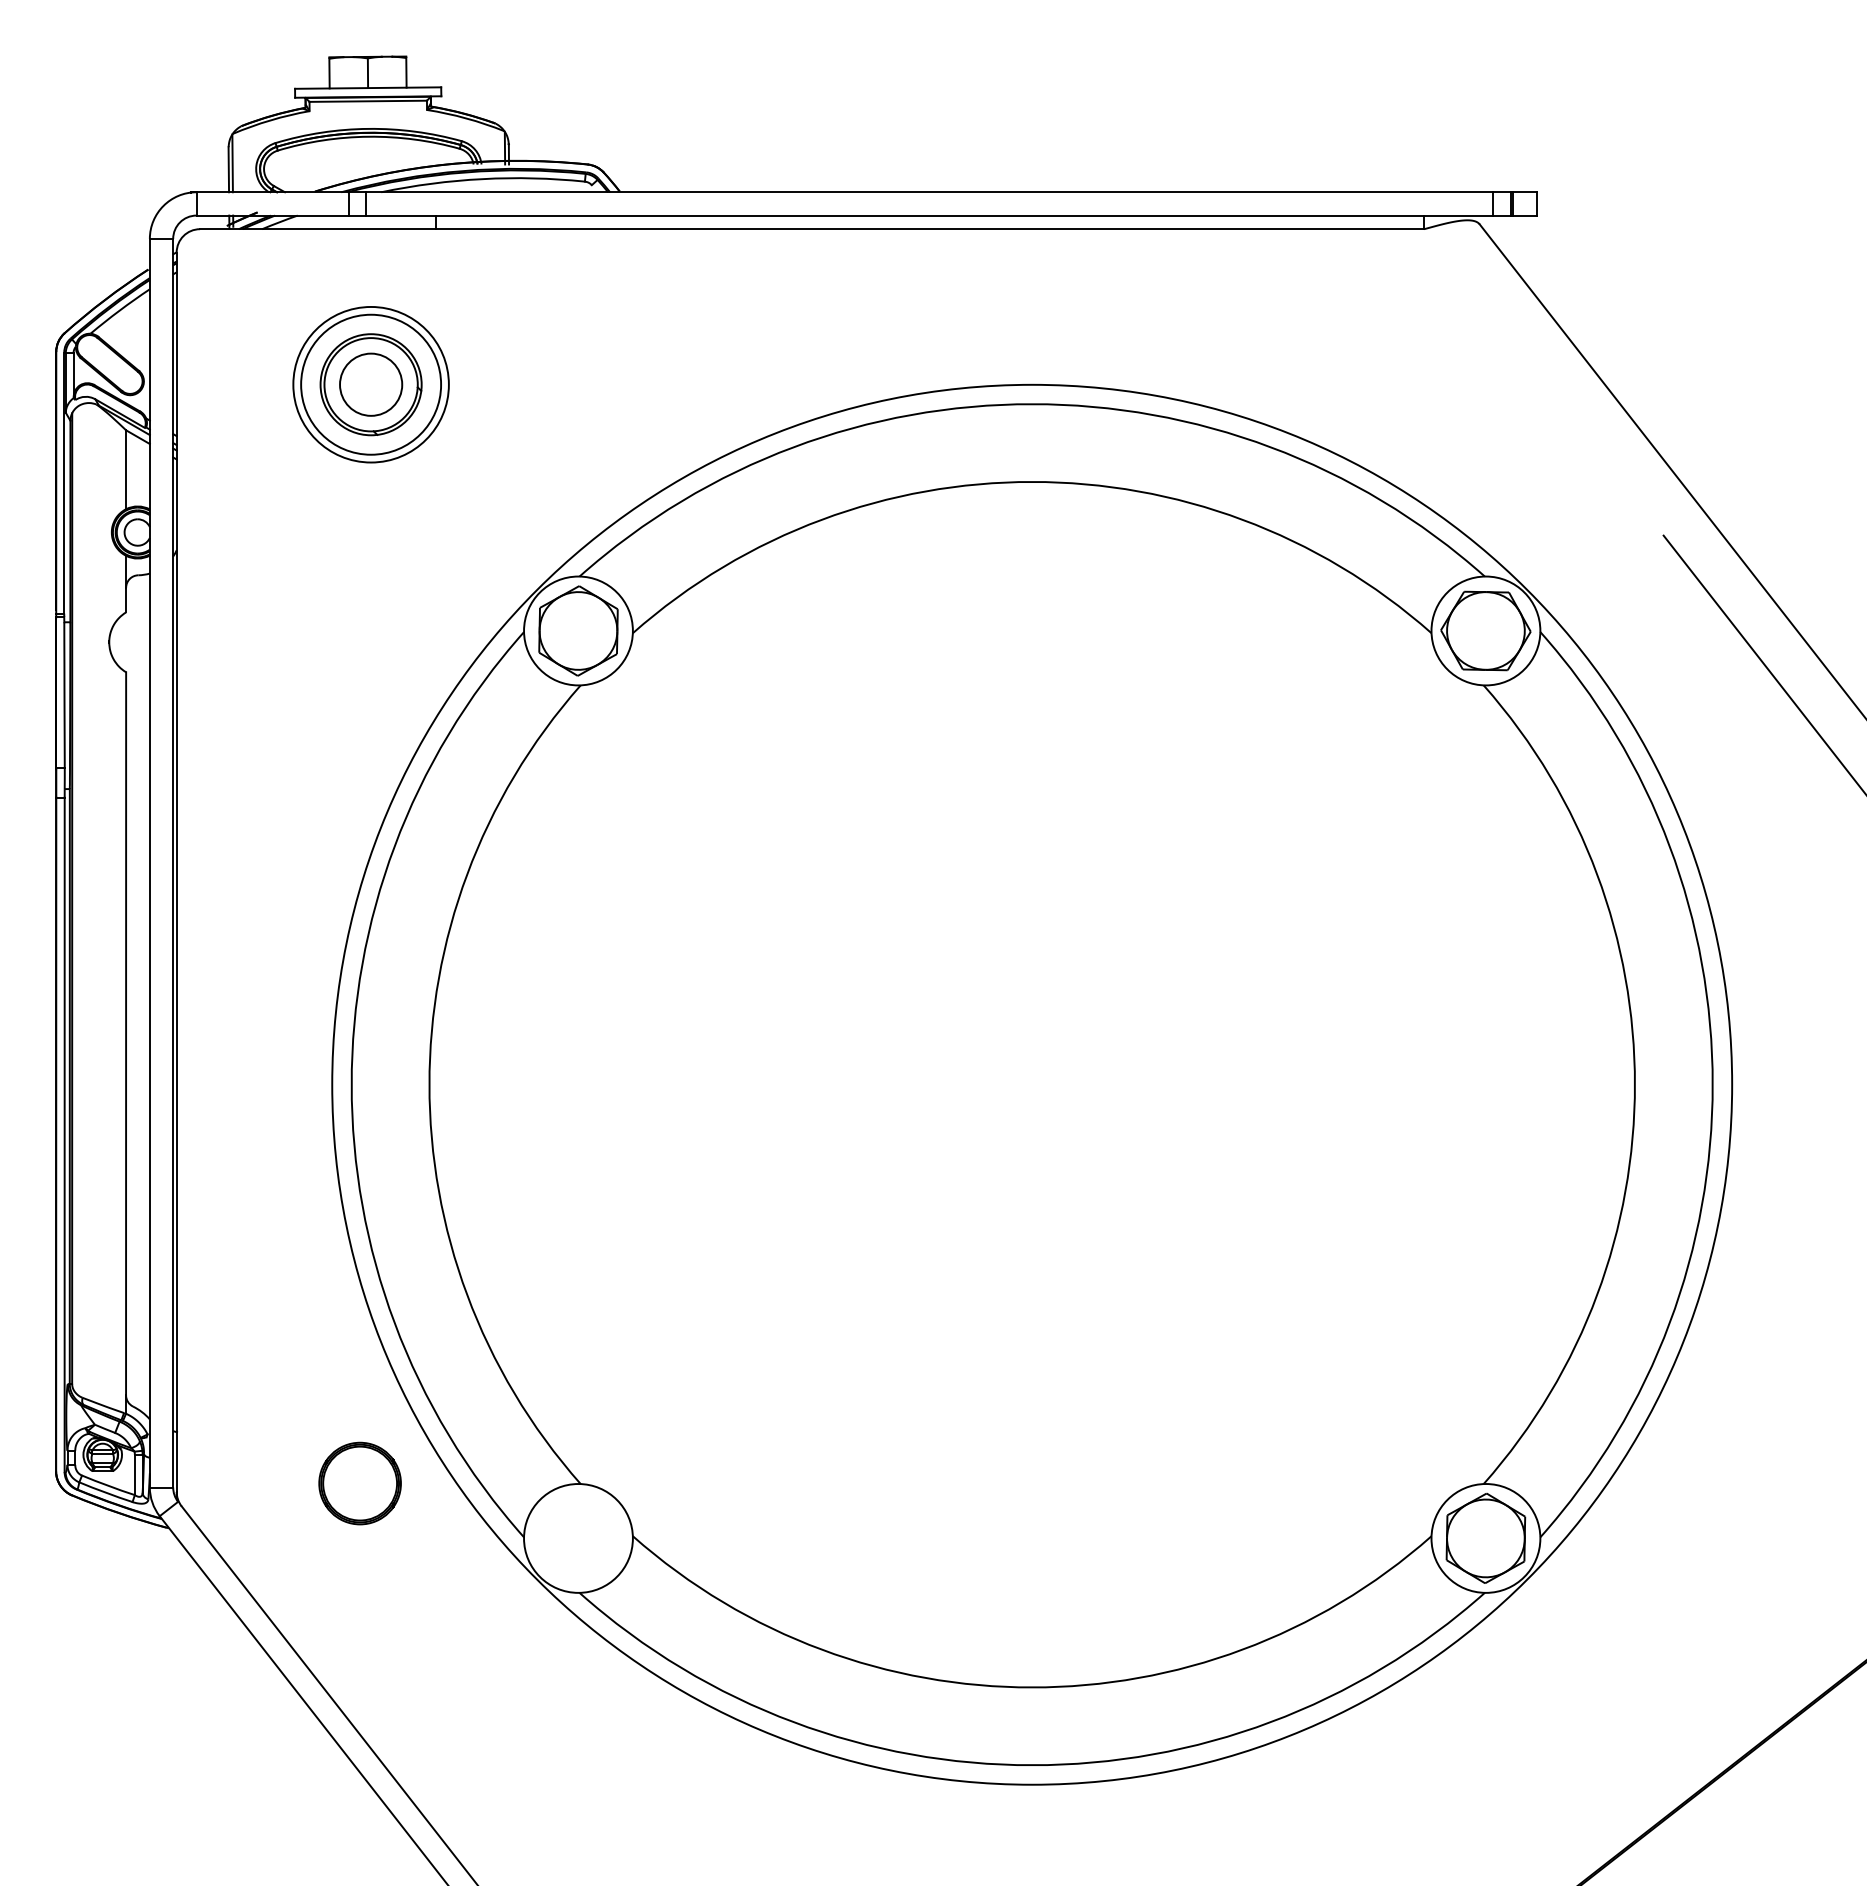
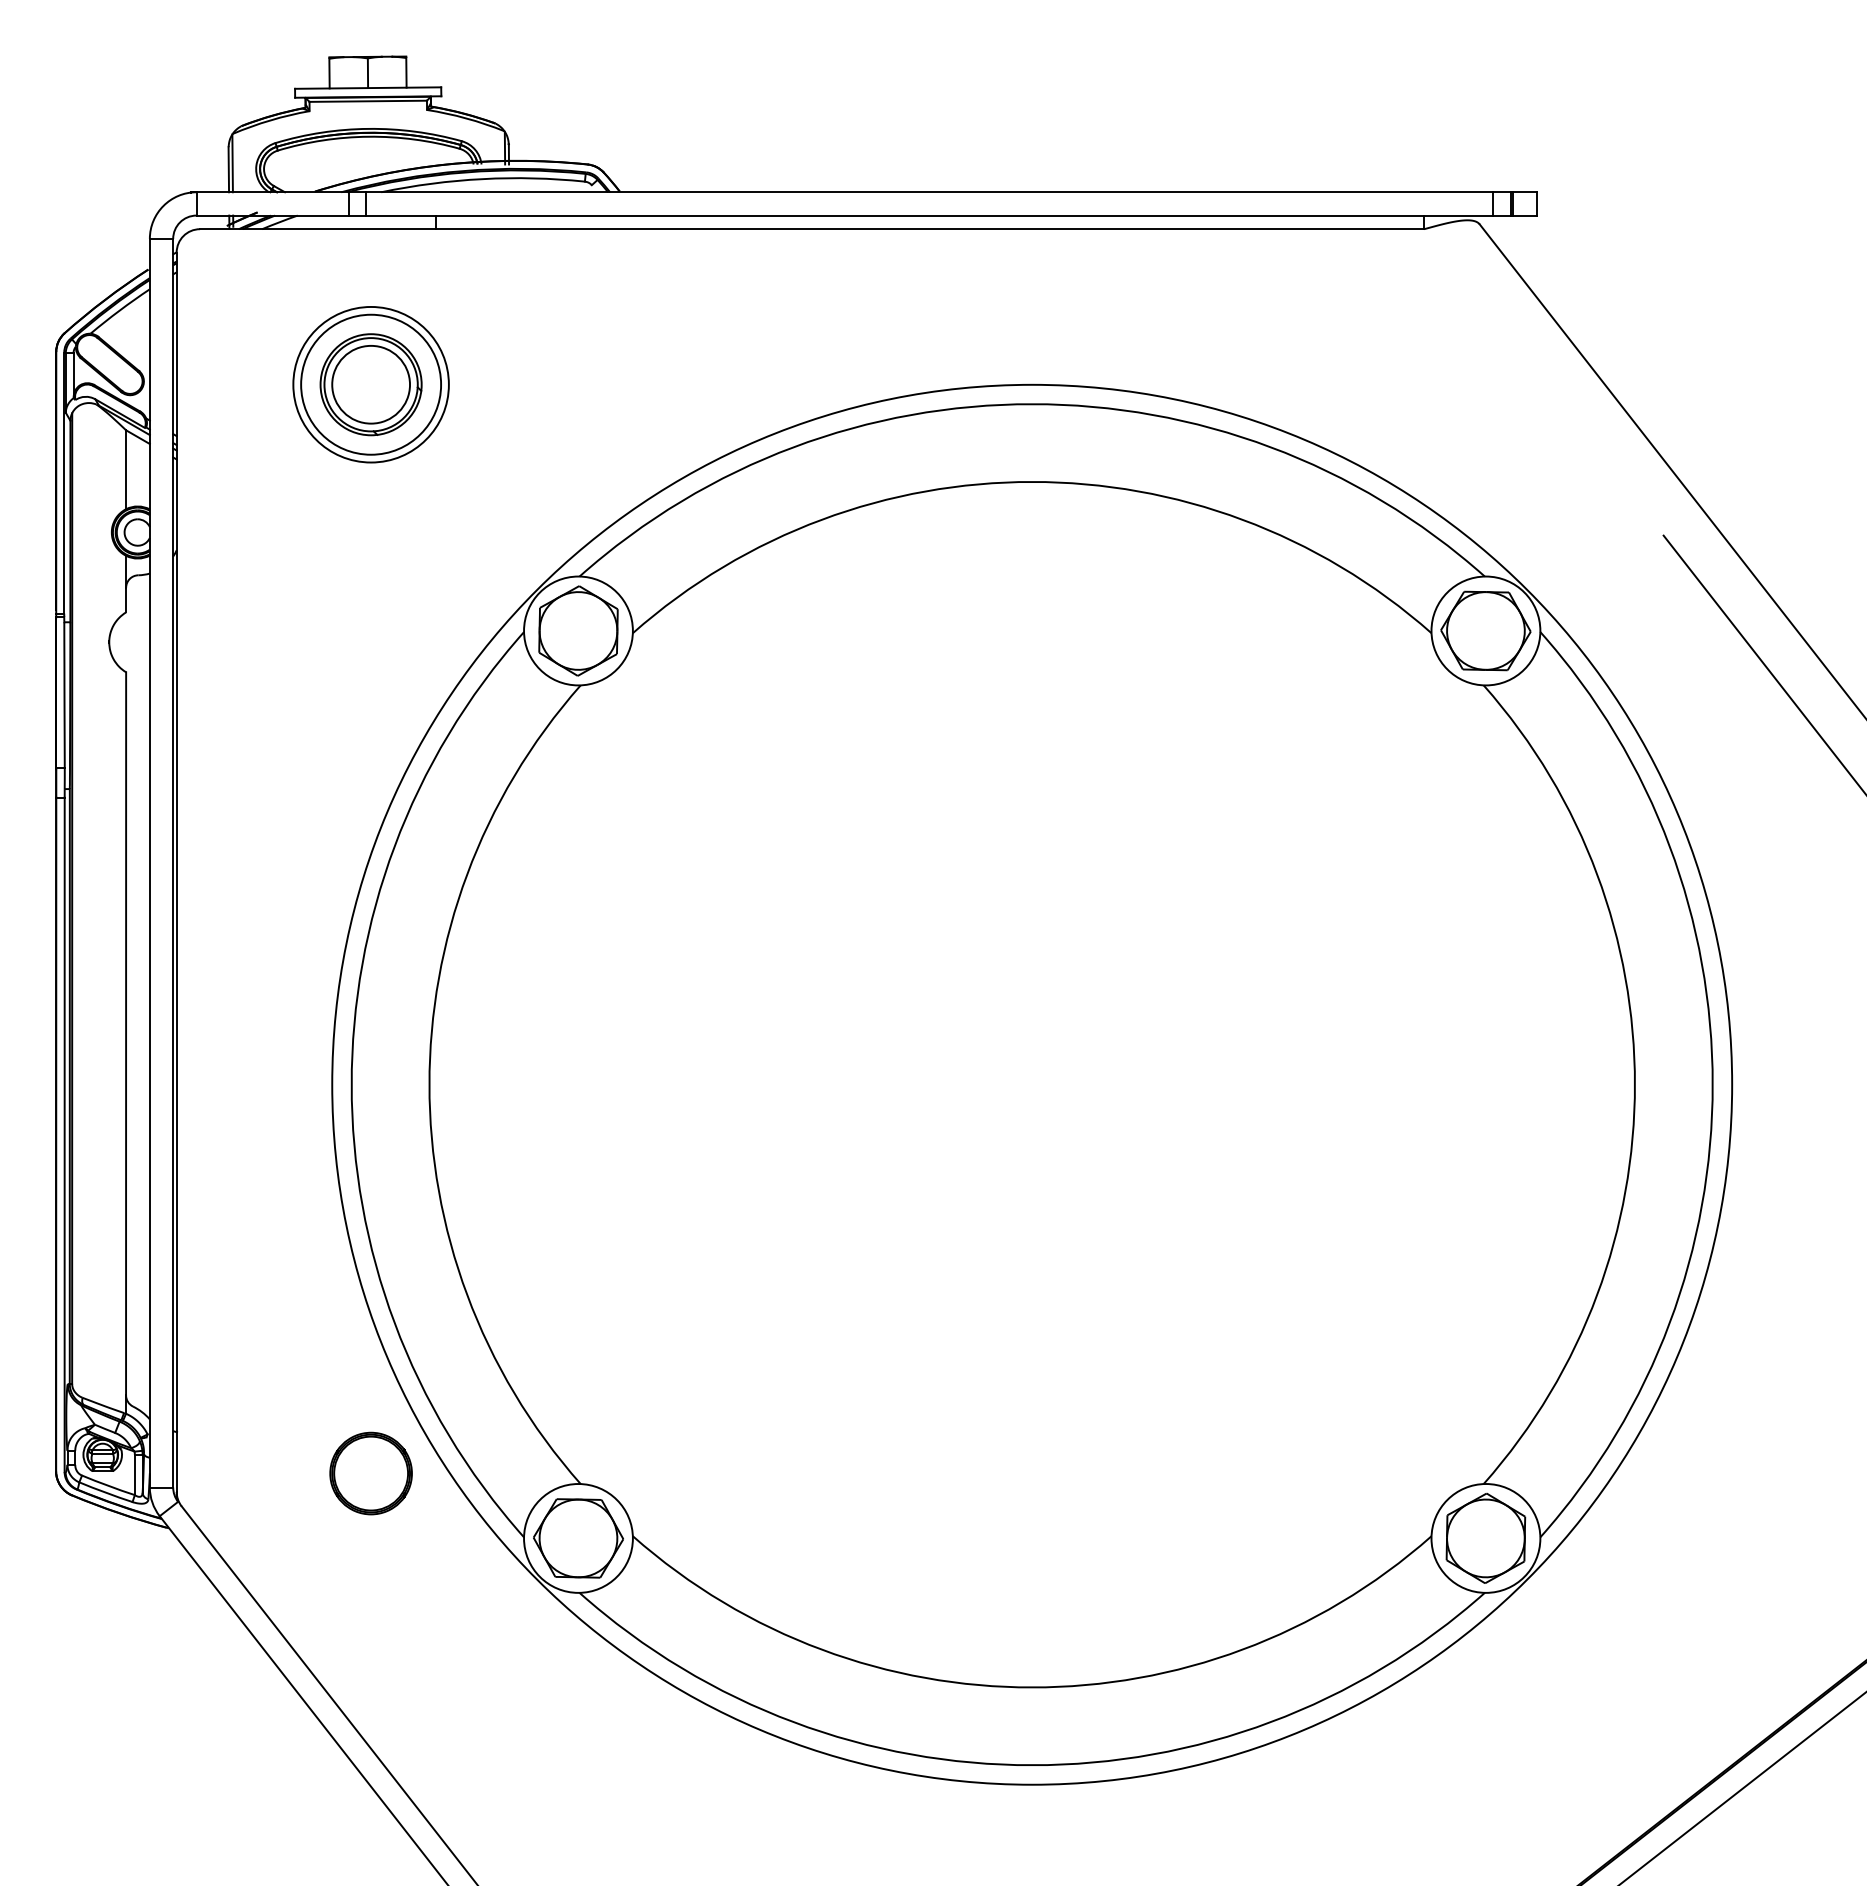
circle at (371, 384) diameter: 62 px -> 78 px
part at (359, 1483) position: (359, 1483) -> (370, 1473)
part at (578, 1538): none -> present
line at (1742, 1788): none -> present
